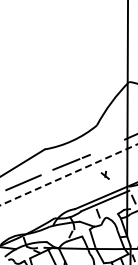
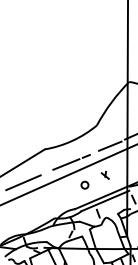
line at (110, 145): none -> present
line at (68, 175): dashed -> solid
circle at (84, 184): none -> present
